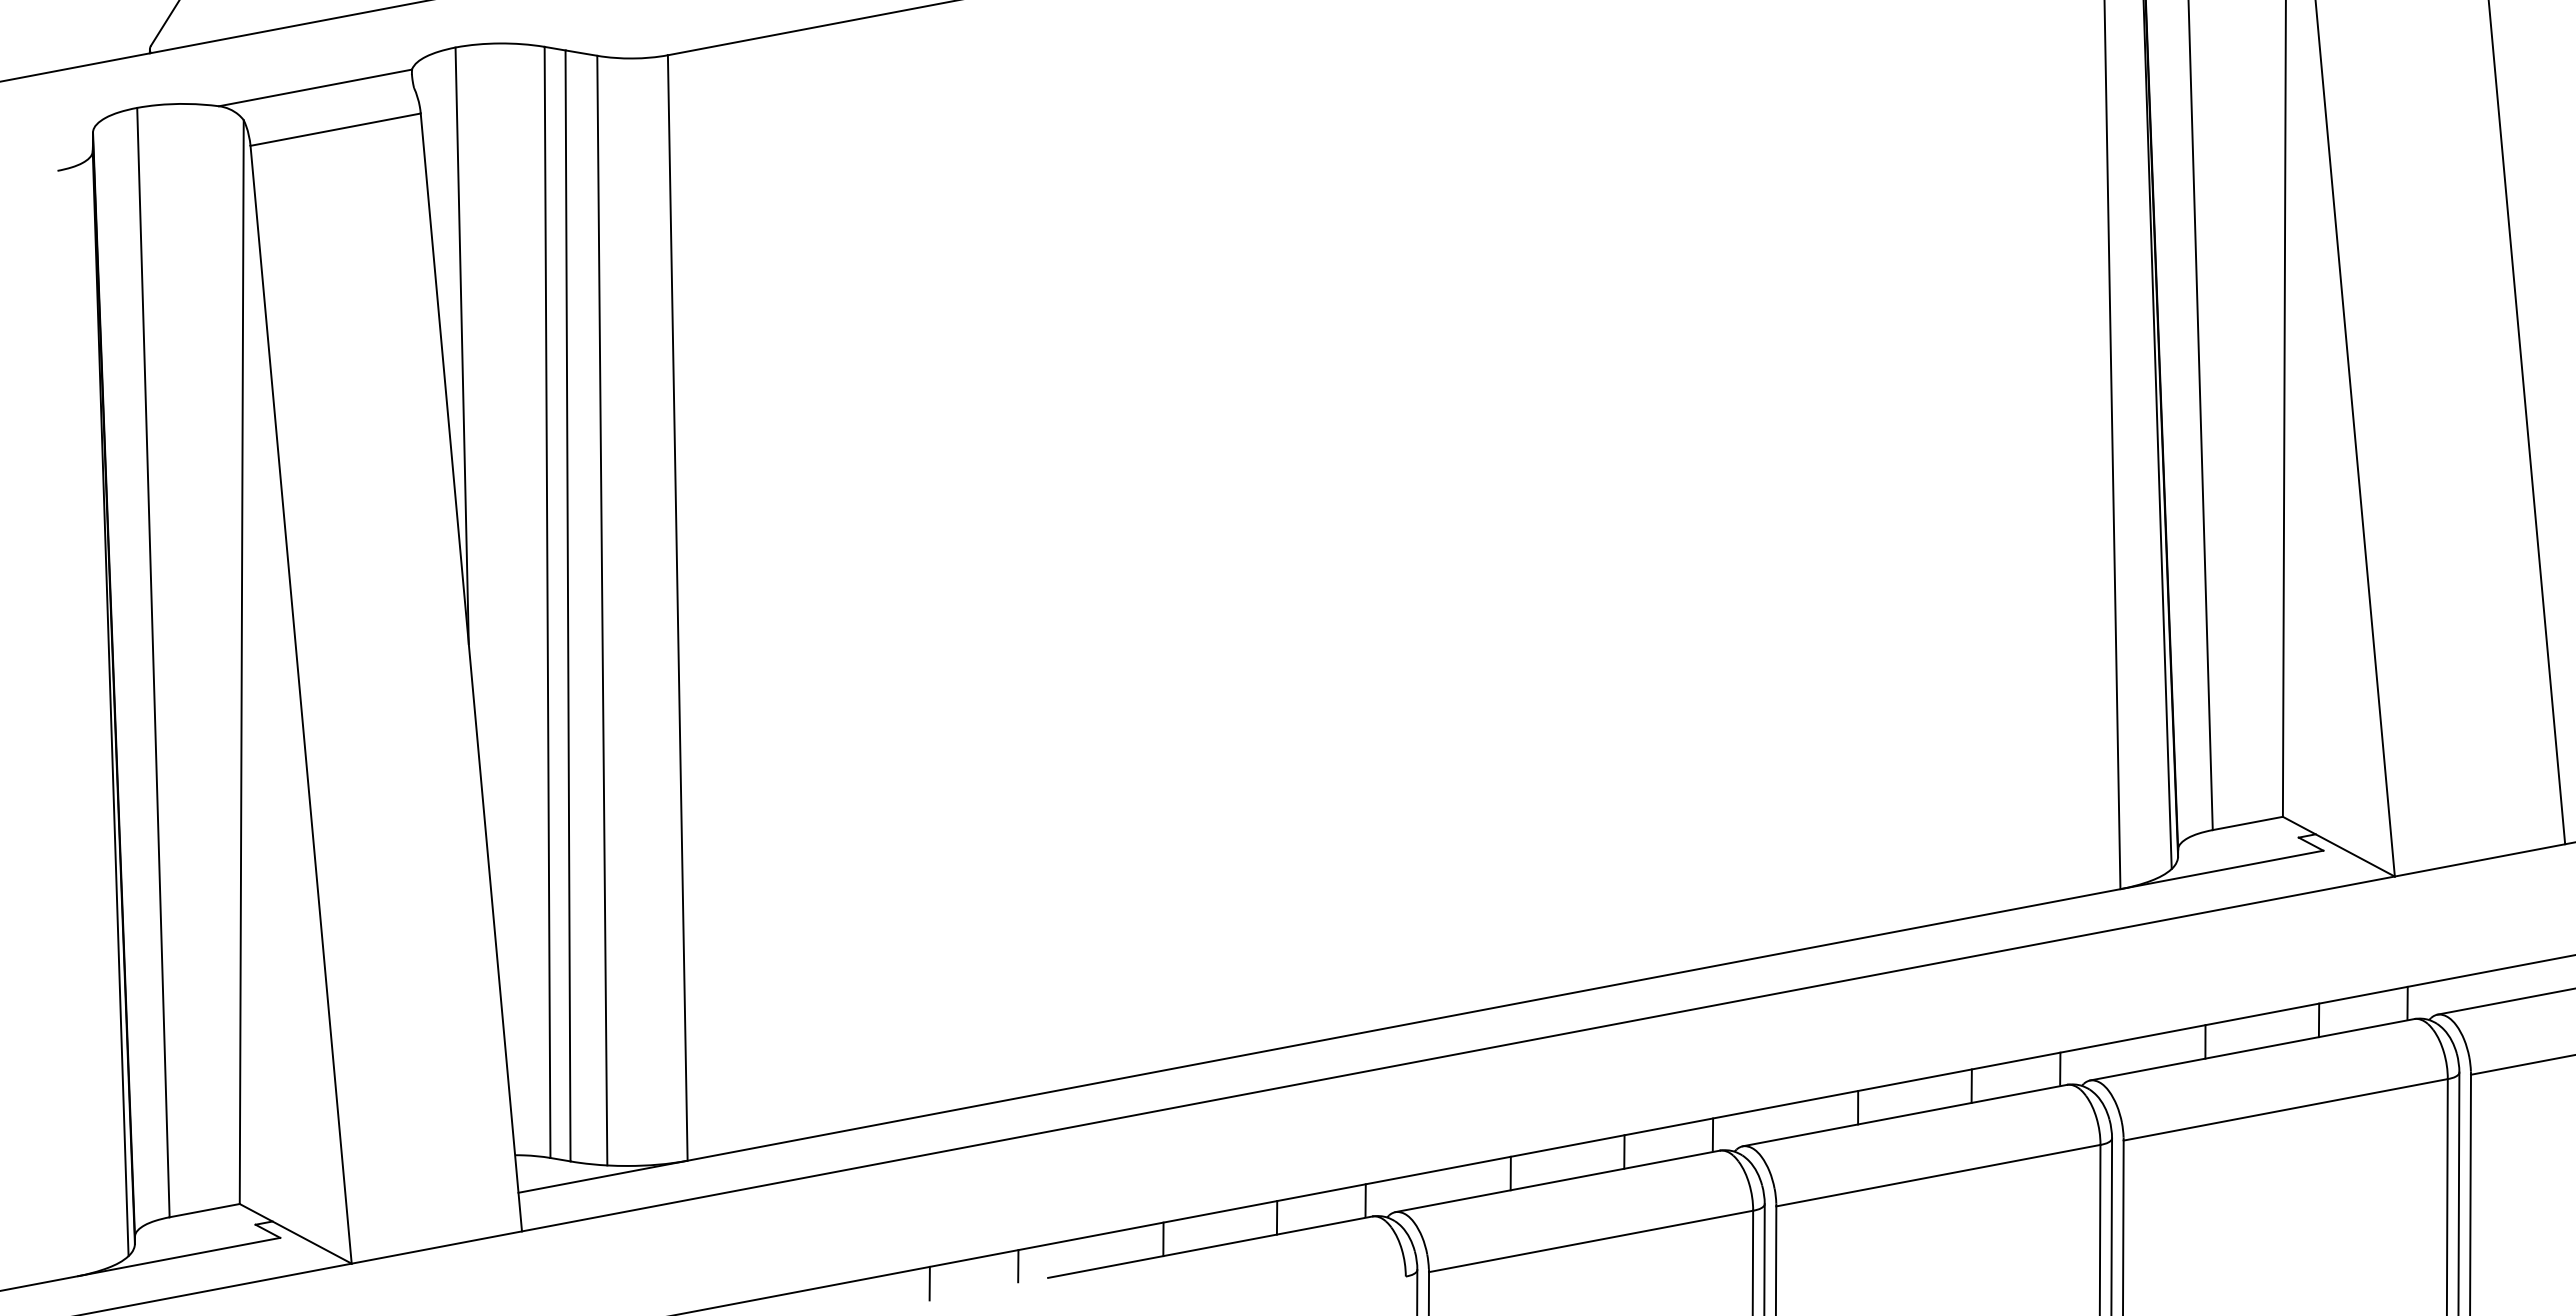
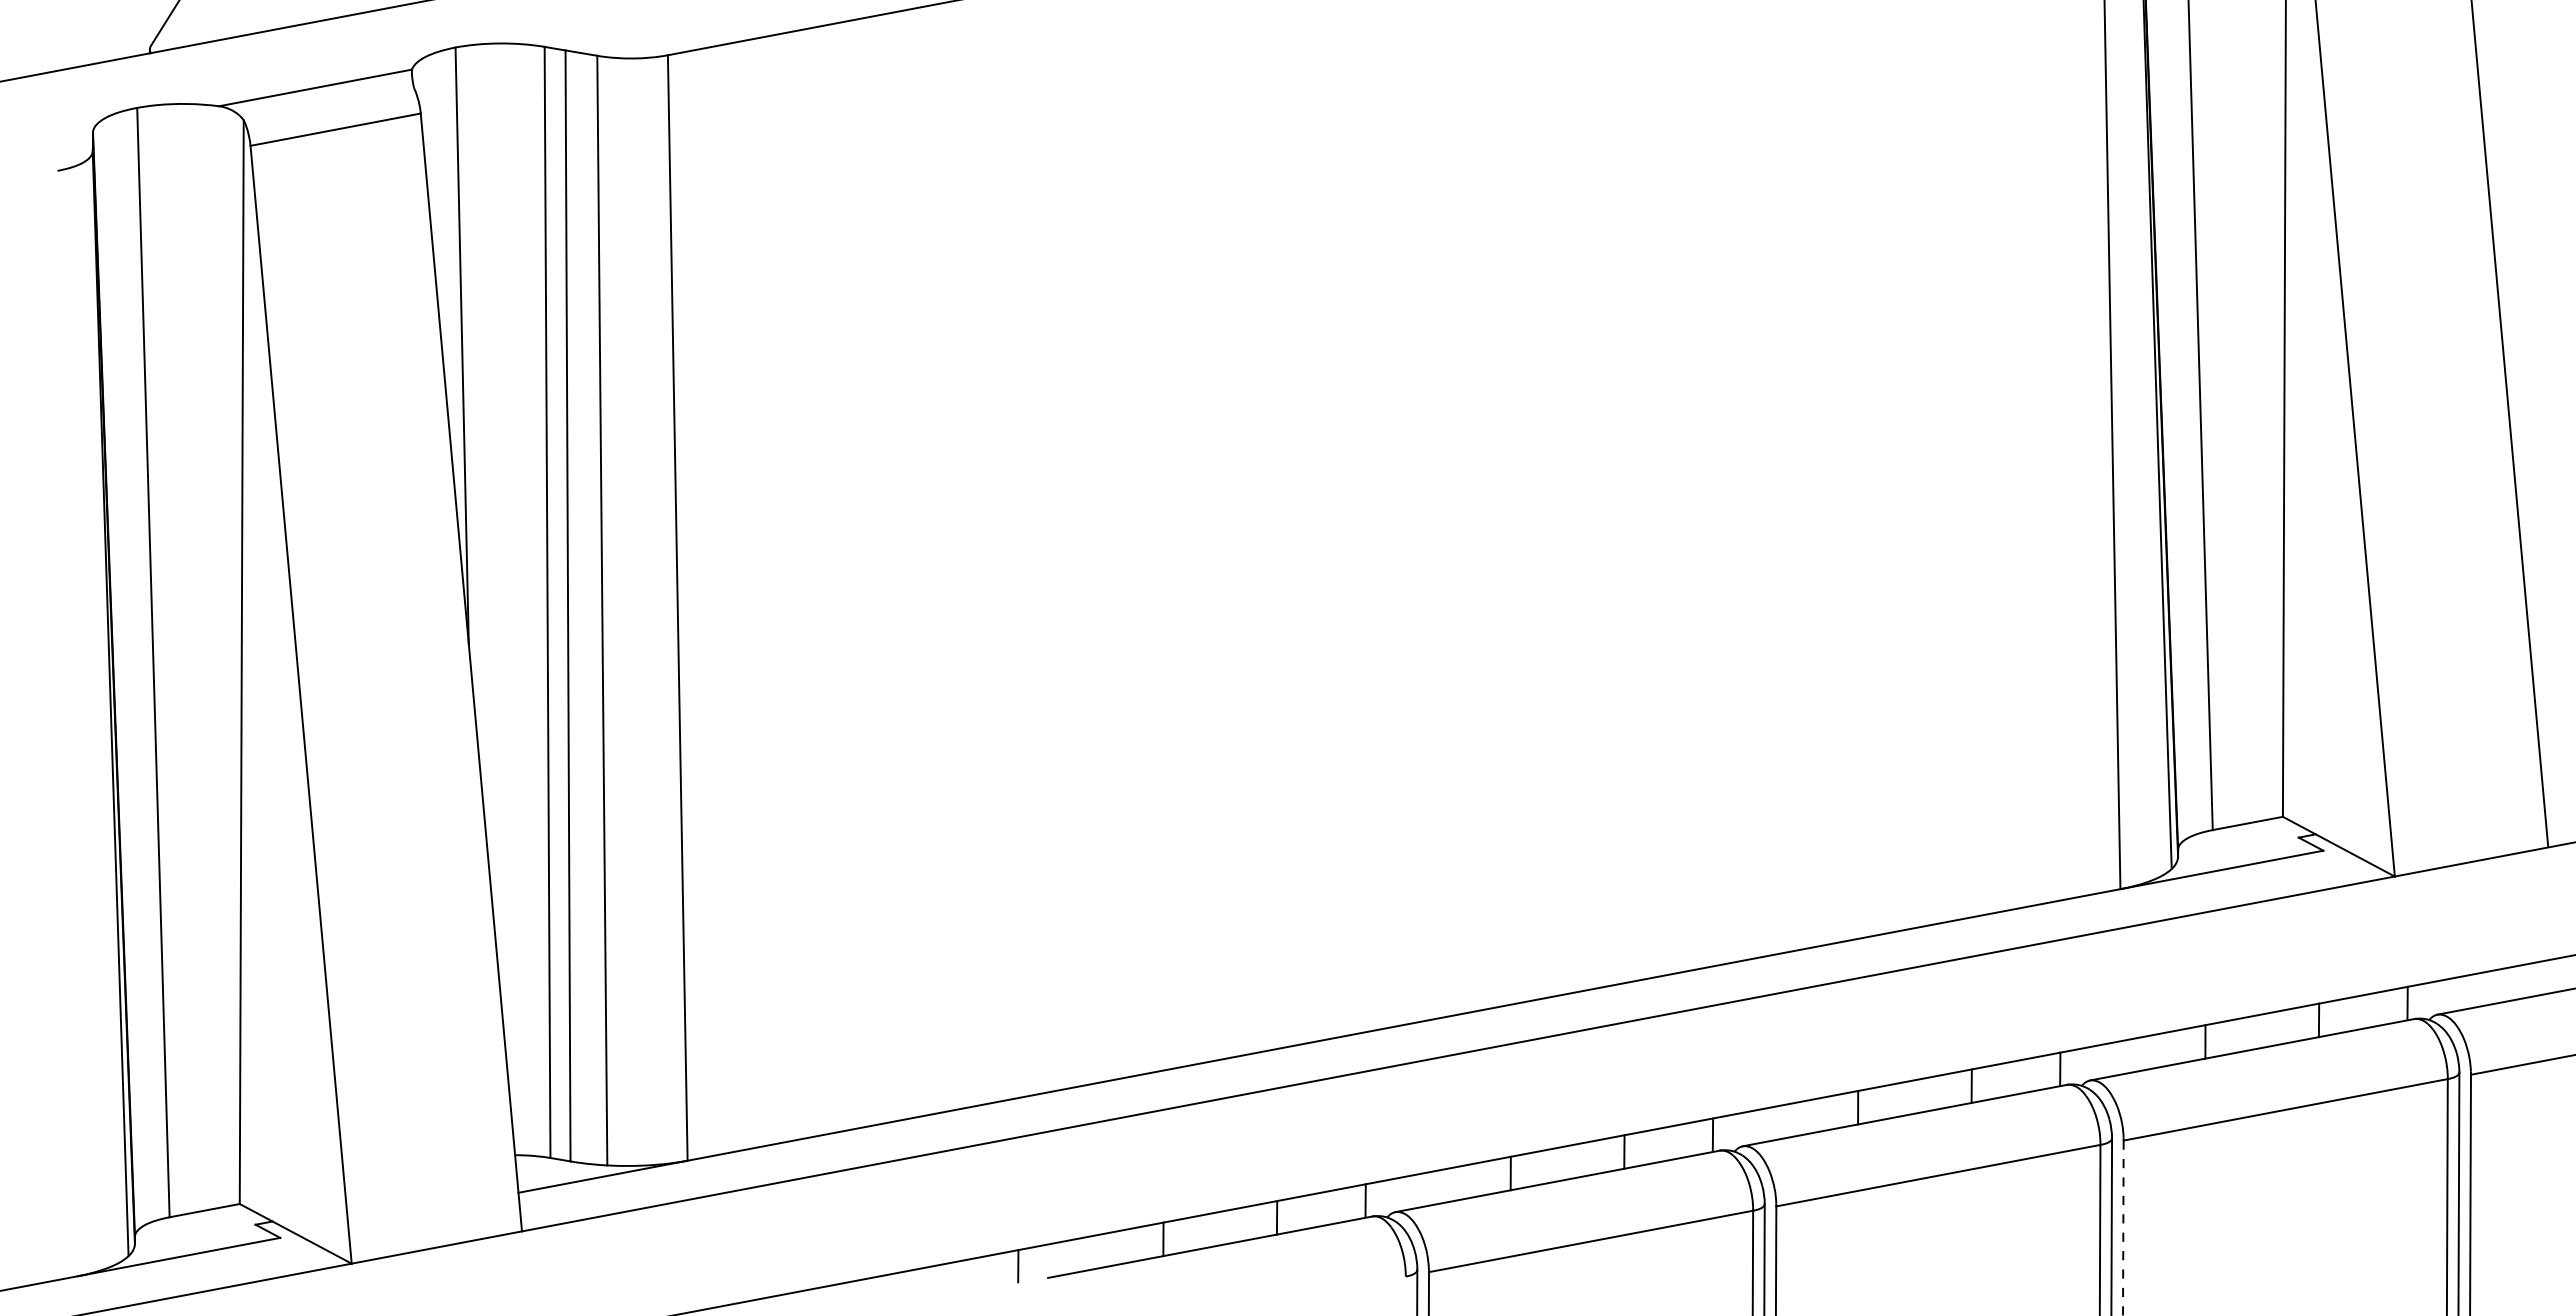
line at (2526, 423) position: (2526, 423) -> (2509, 424)
line at (2123, 1228): solid -> dashed
line at (929, 1283): present -> none
